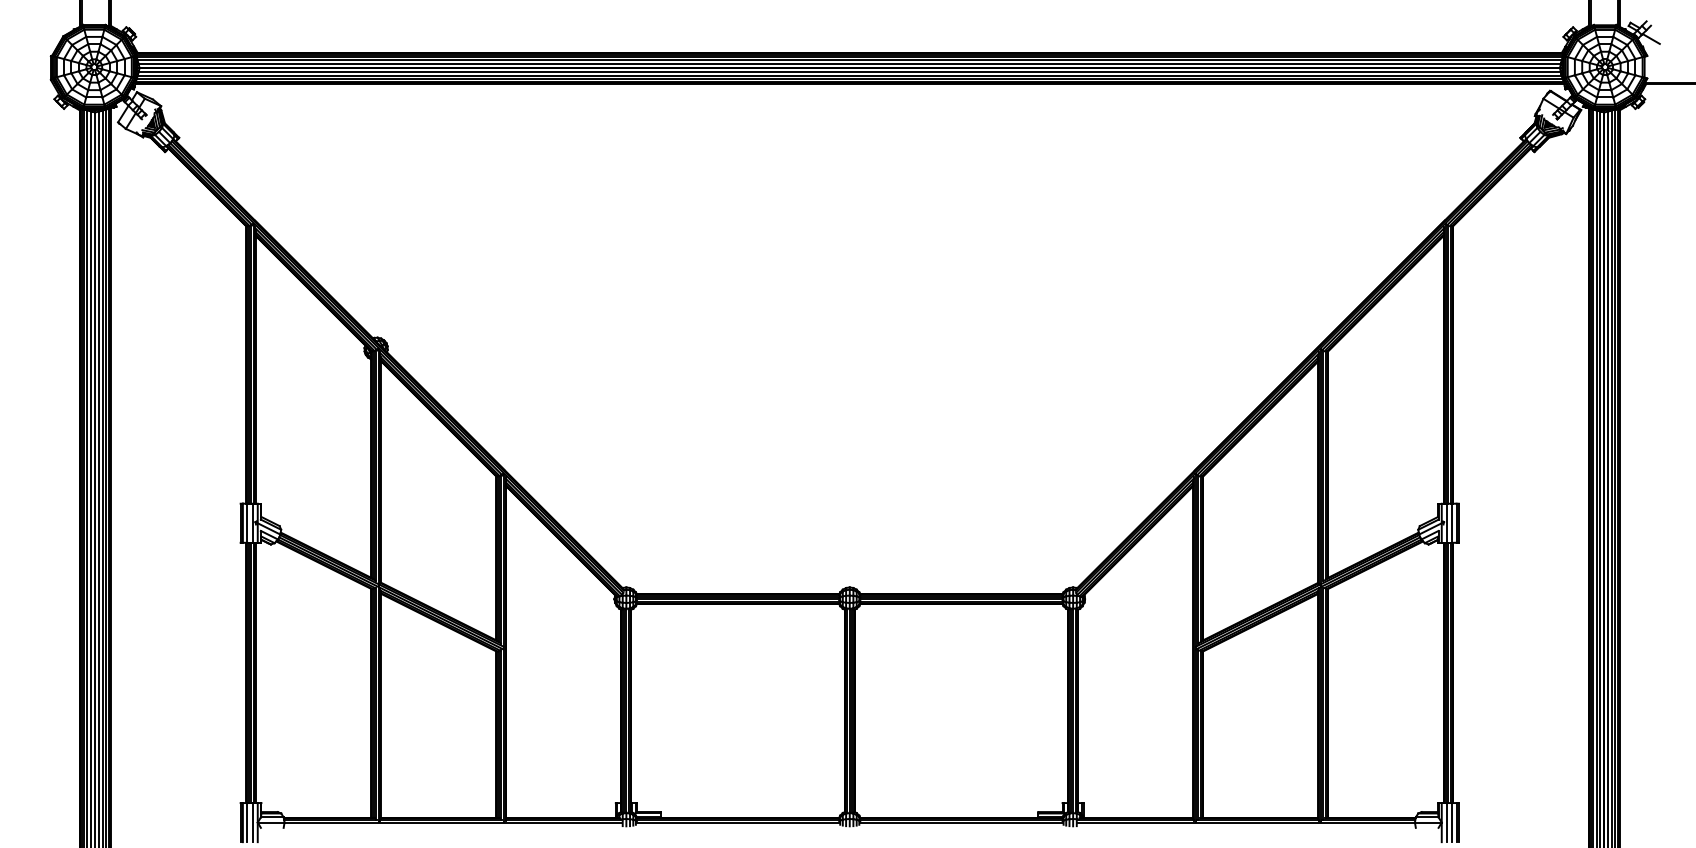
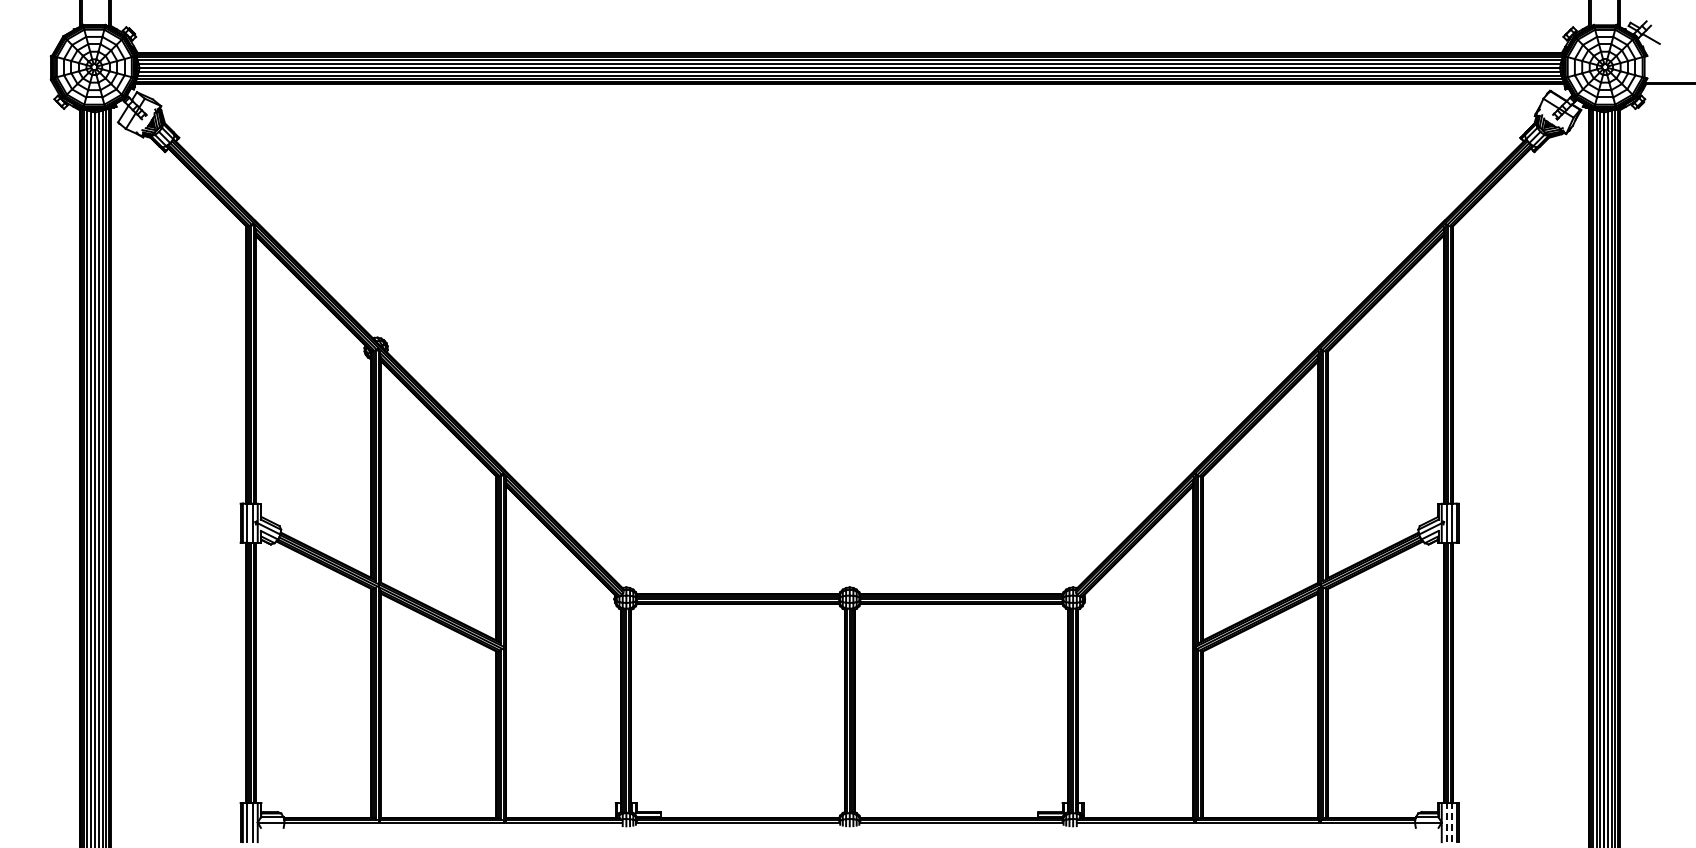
line at (1446, 822): solid -> dashed
line at (1452, 822): solid -> dashed
